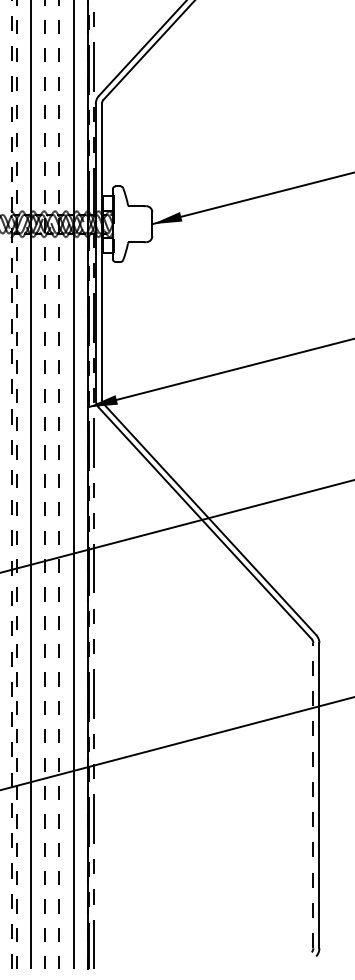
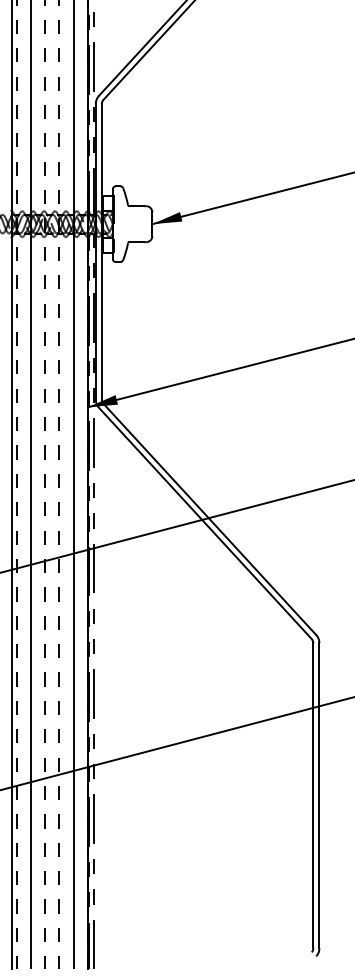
line at (12, 484): dashed -> solid
line at (313, 795): dashed -> solid
